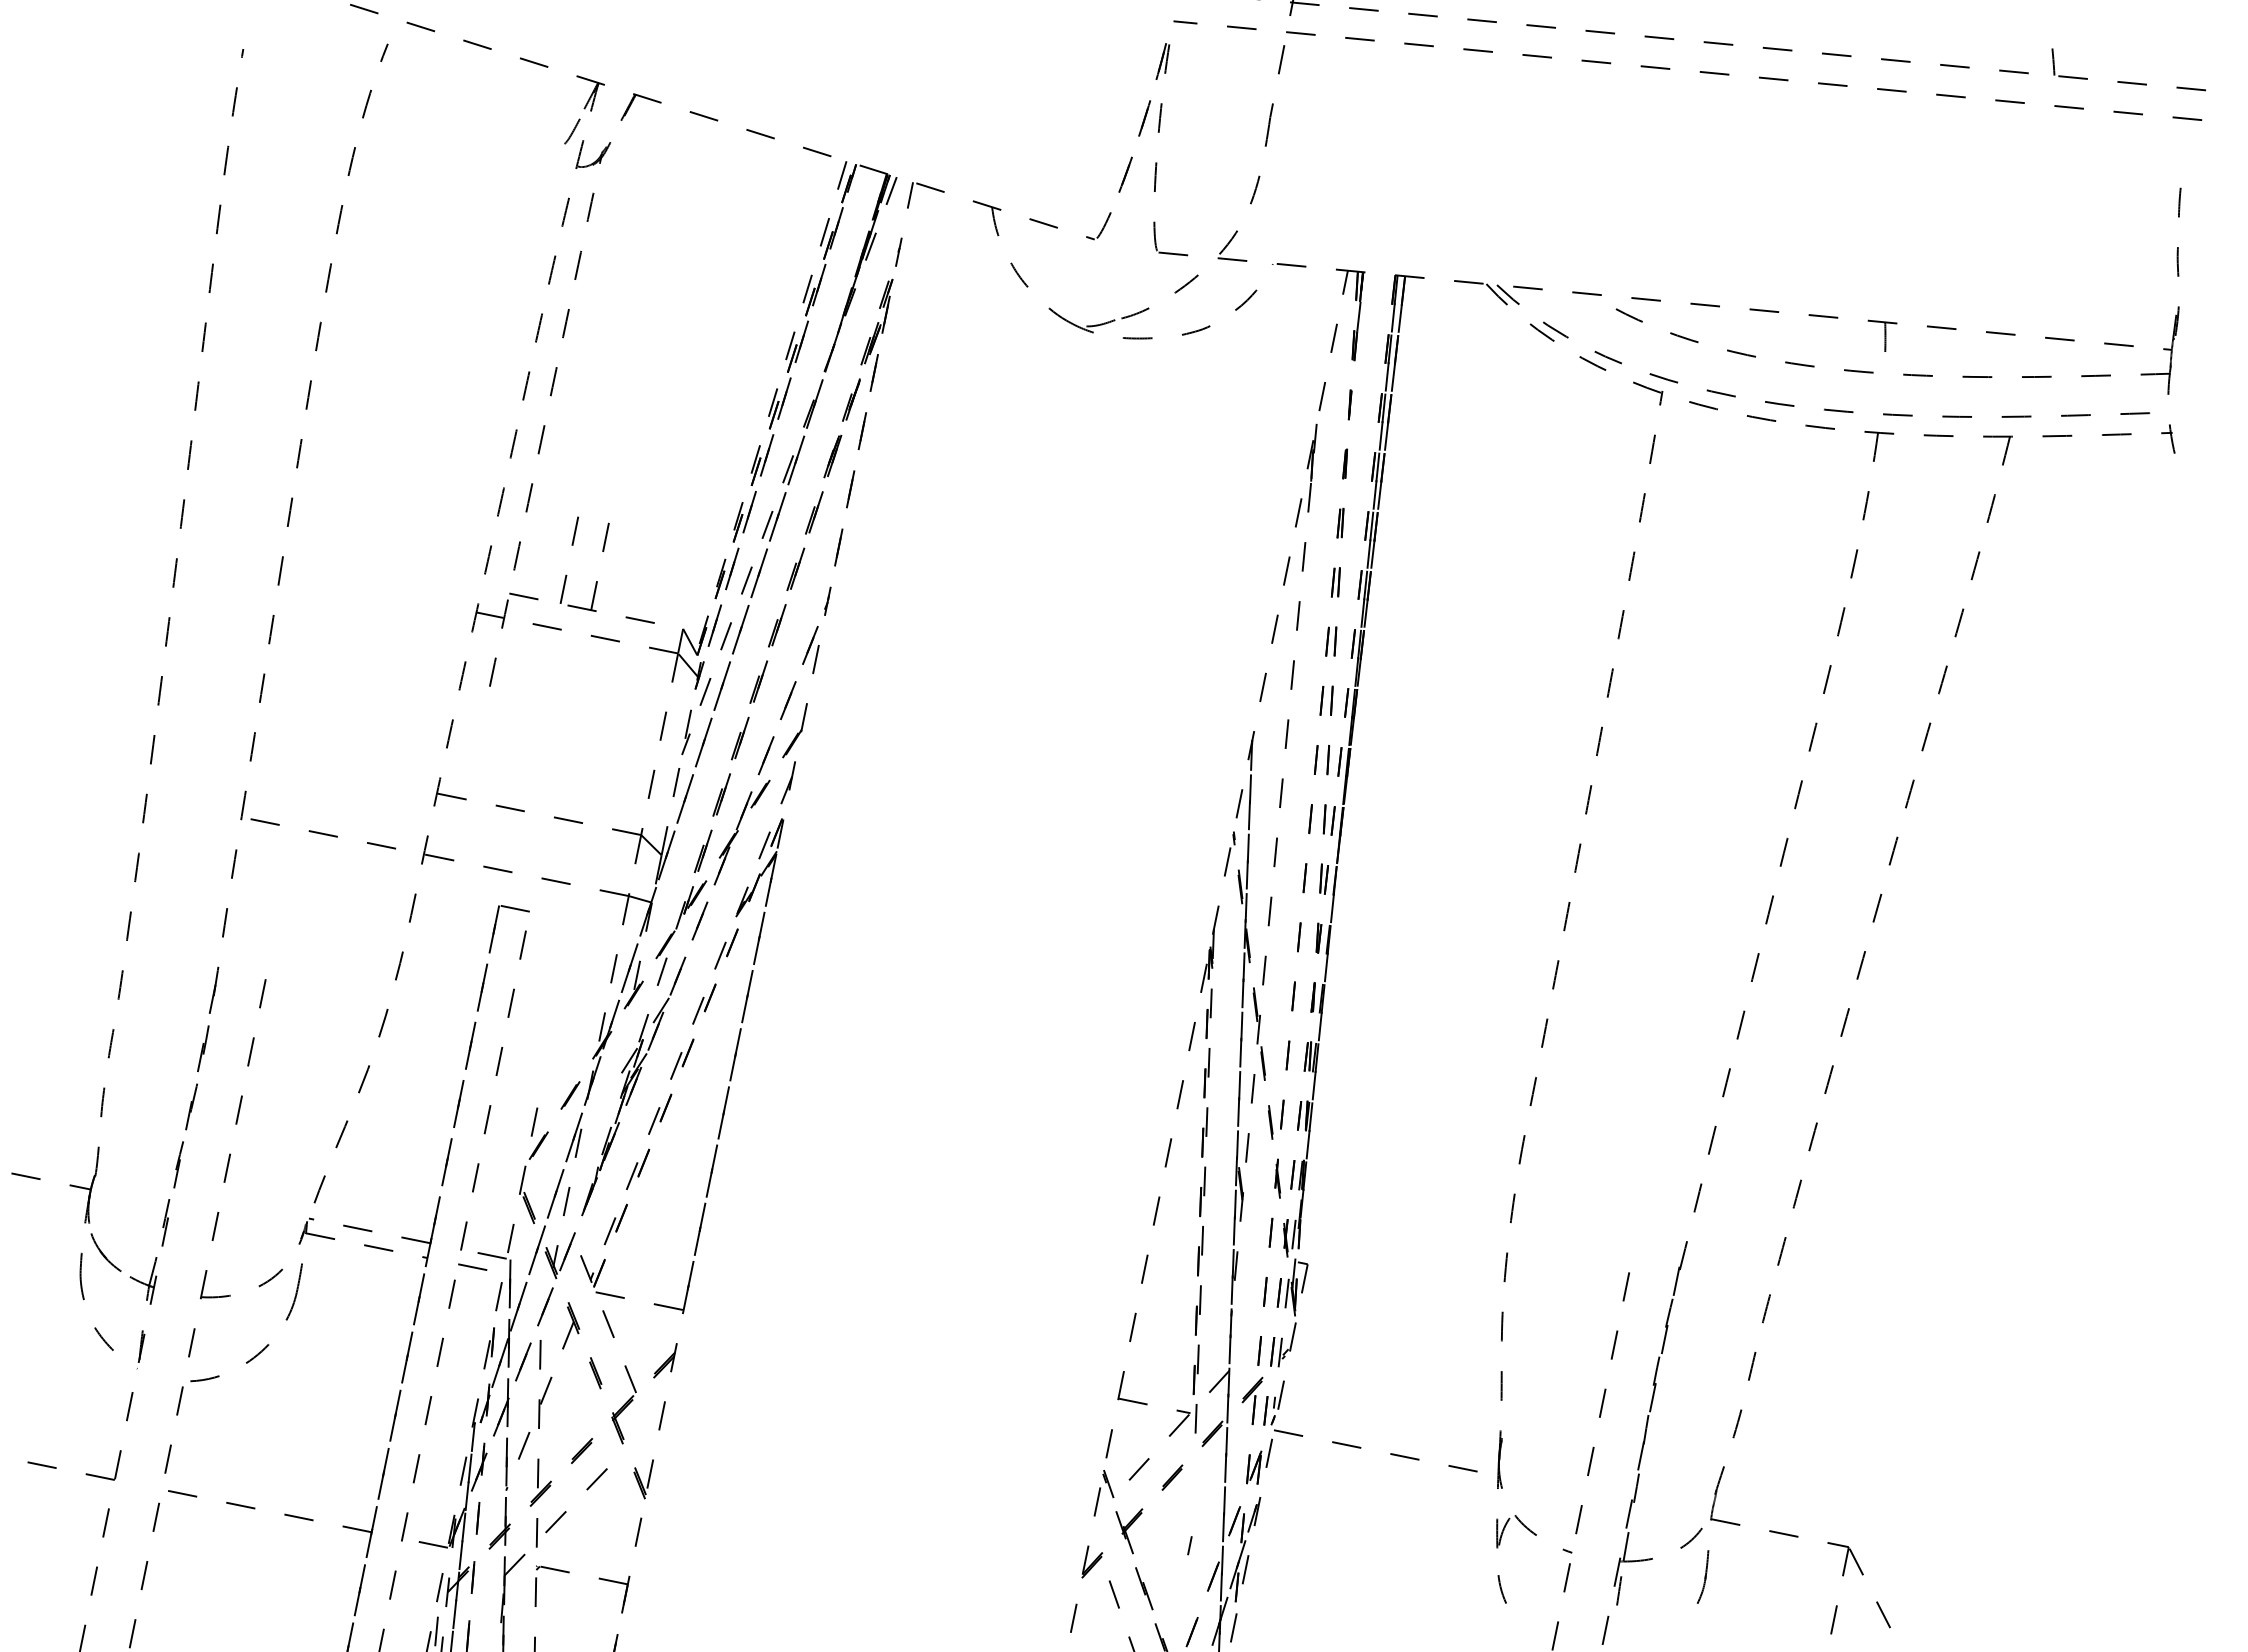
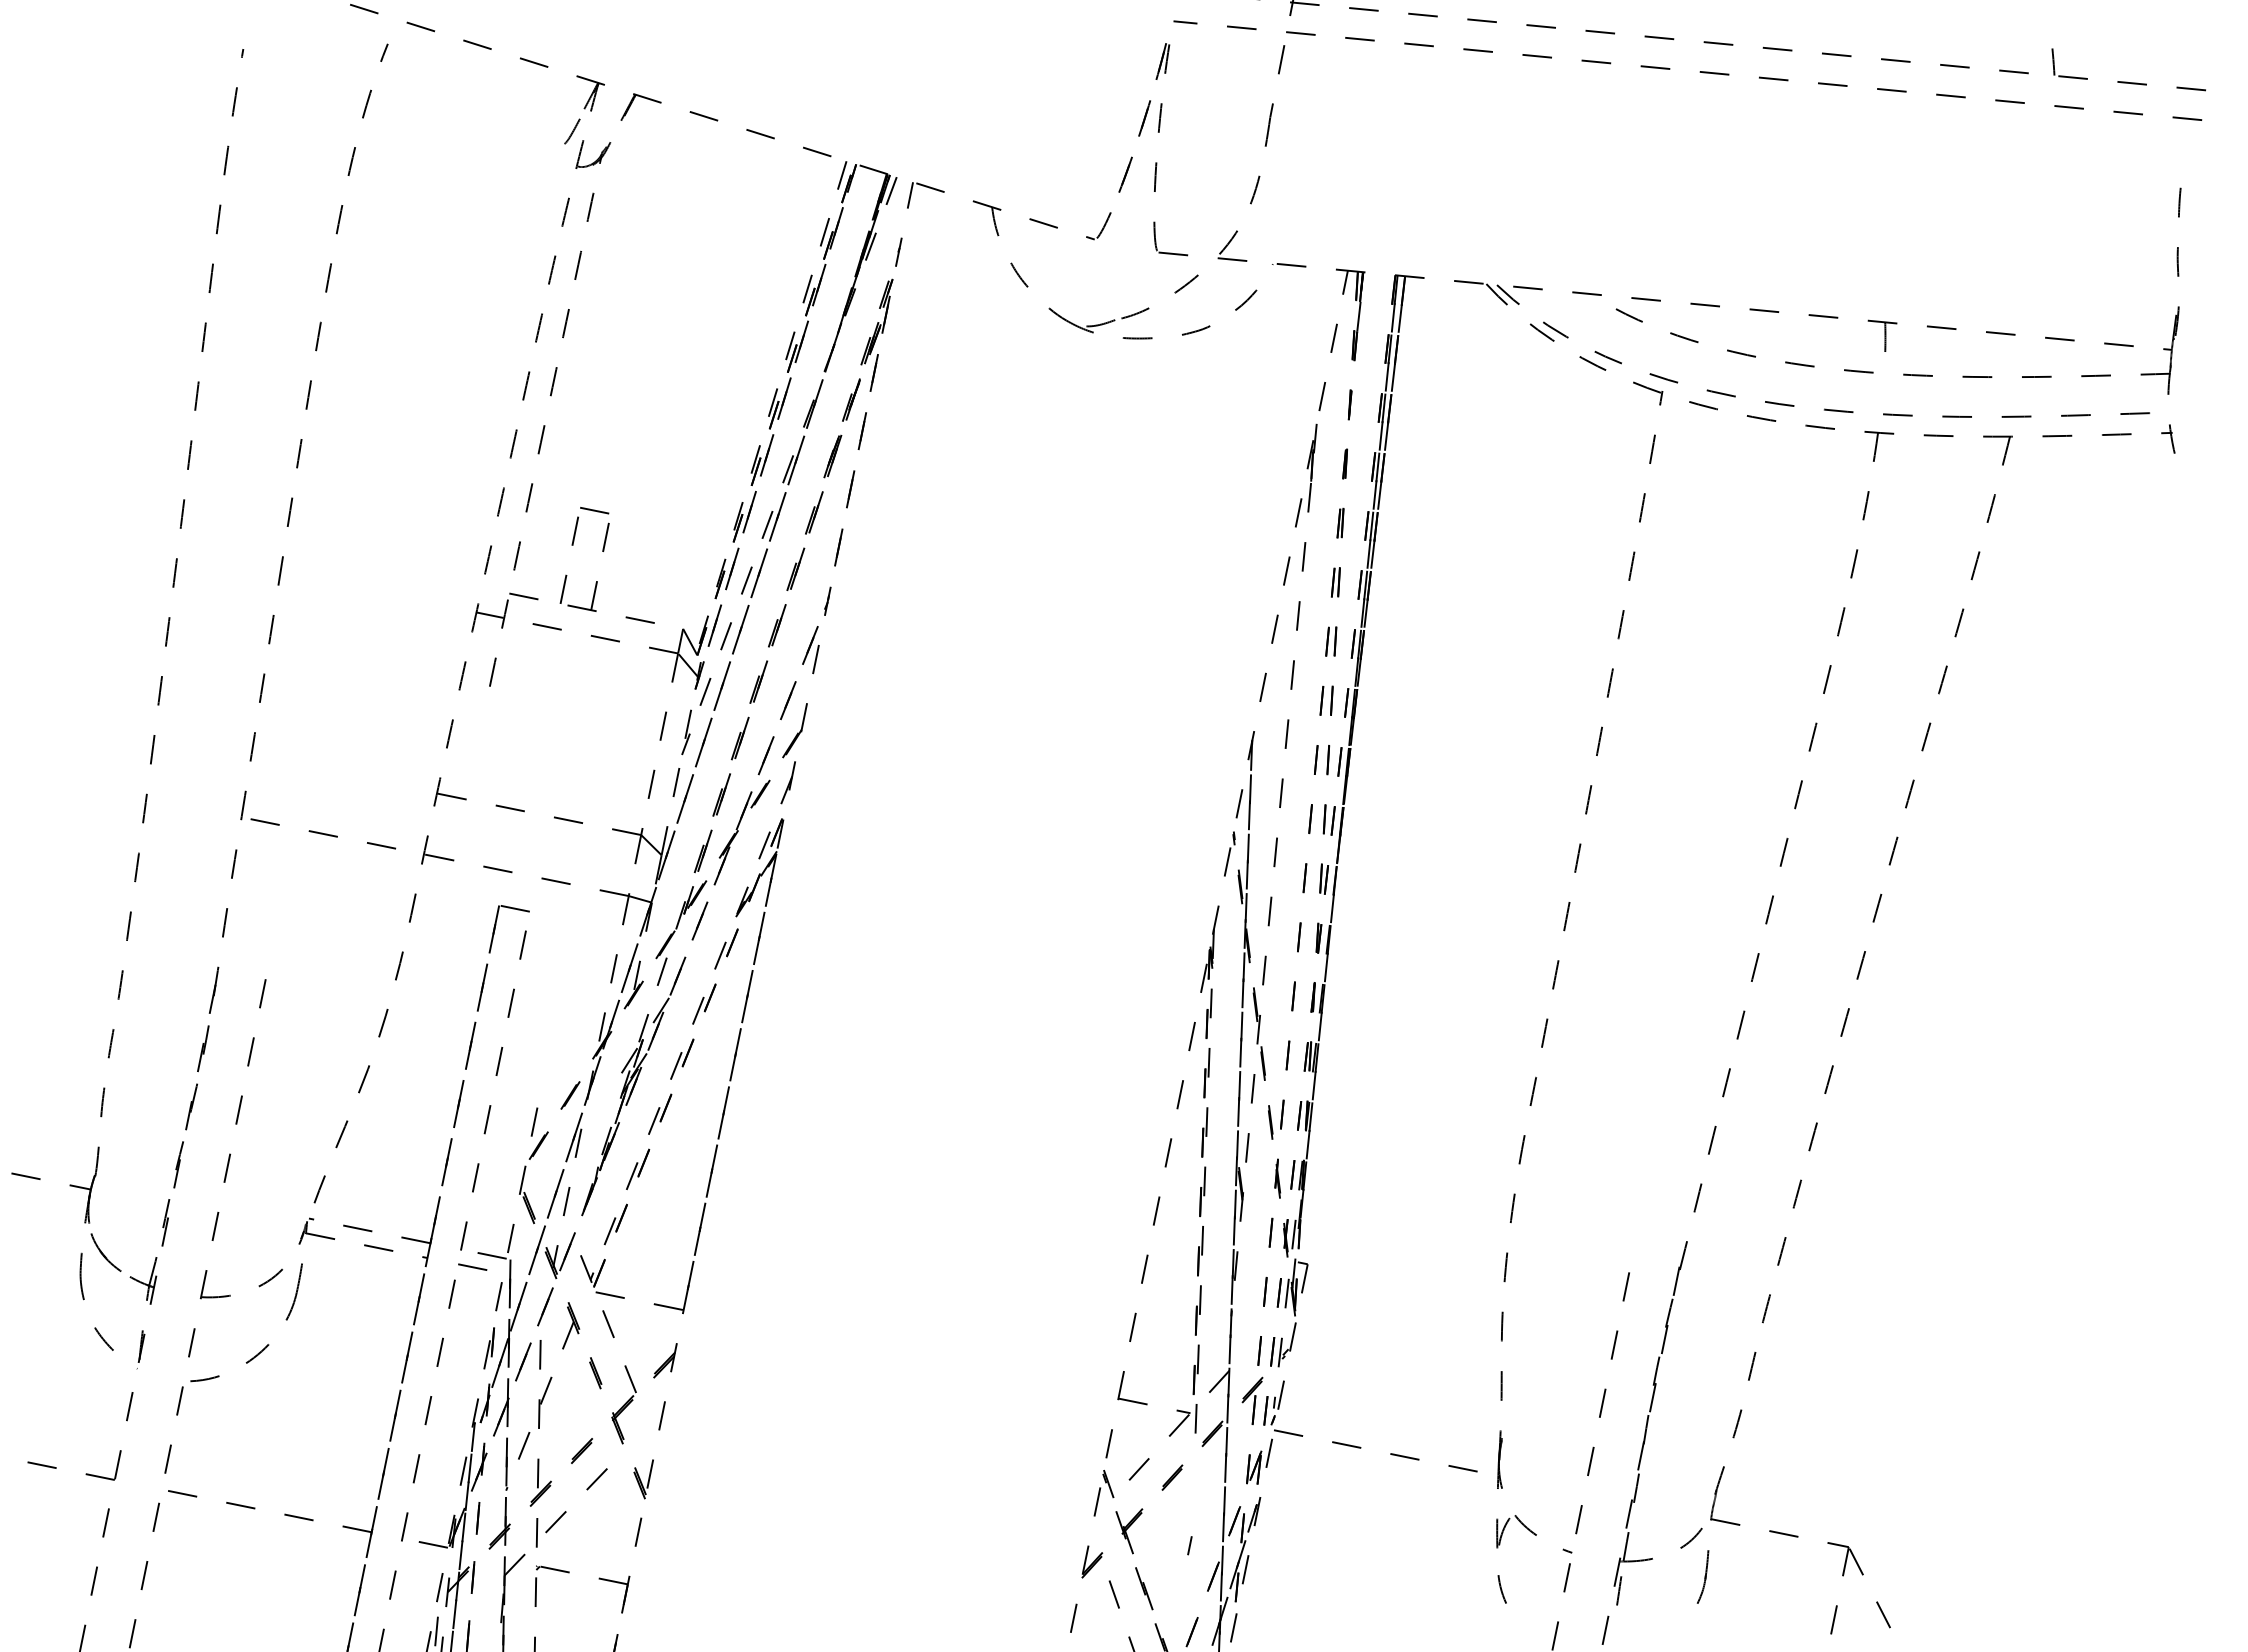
line at (594, 510): none -> present
